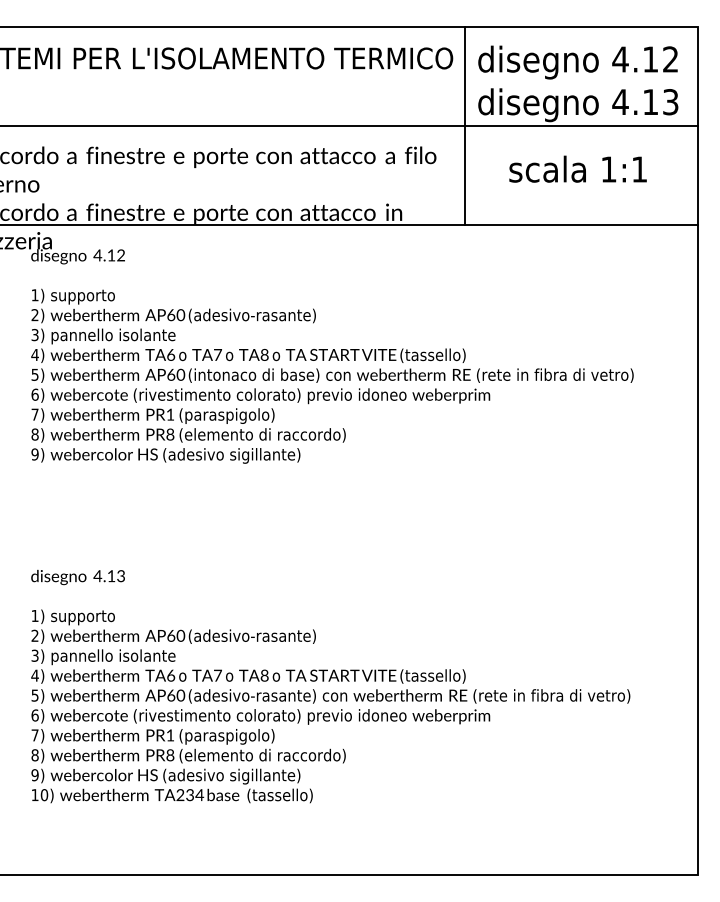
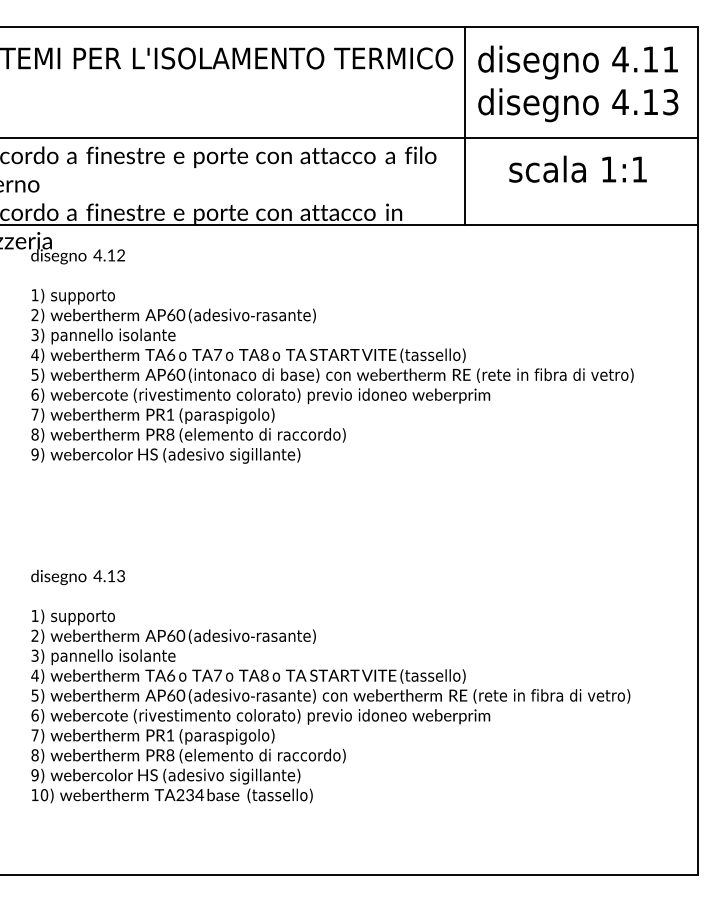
text at (670, 59): 4.12 -> 4.11
line at (350, 126) position: (350, 126) -> (350, 138)
